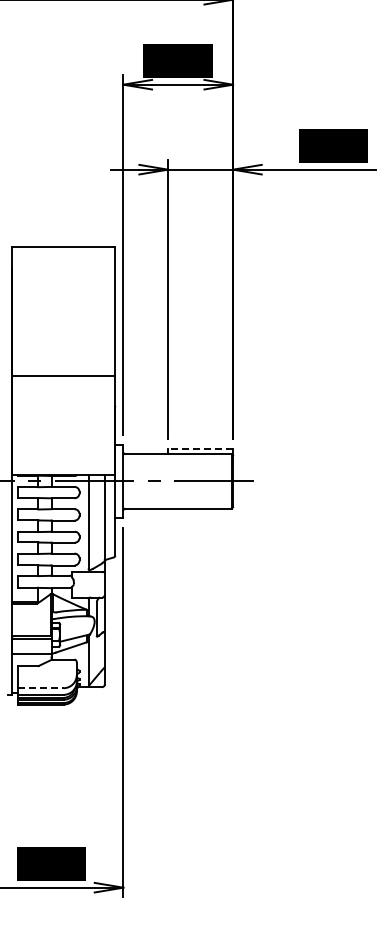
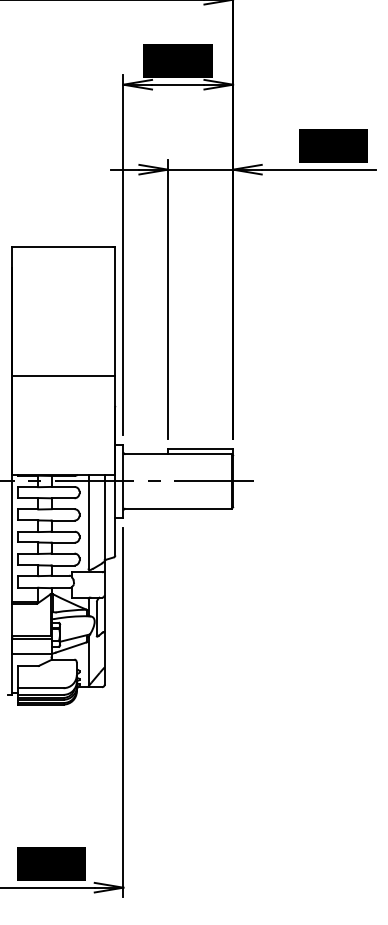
line at (200, 448): dashed -> solid
line at (41, 688): dashed -> solid
